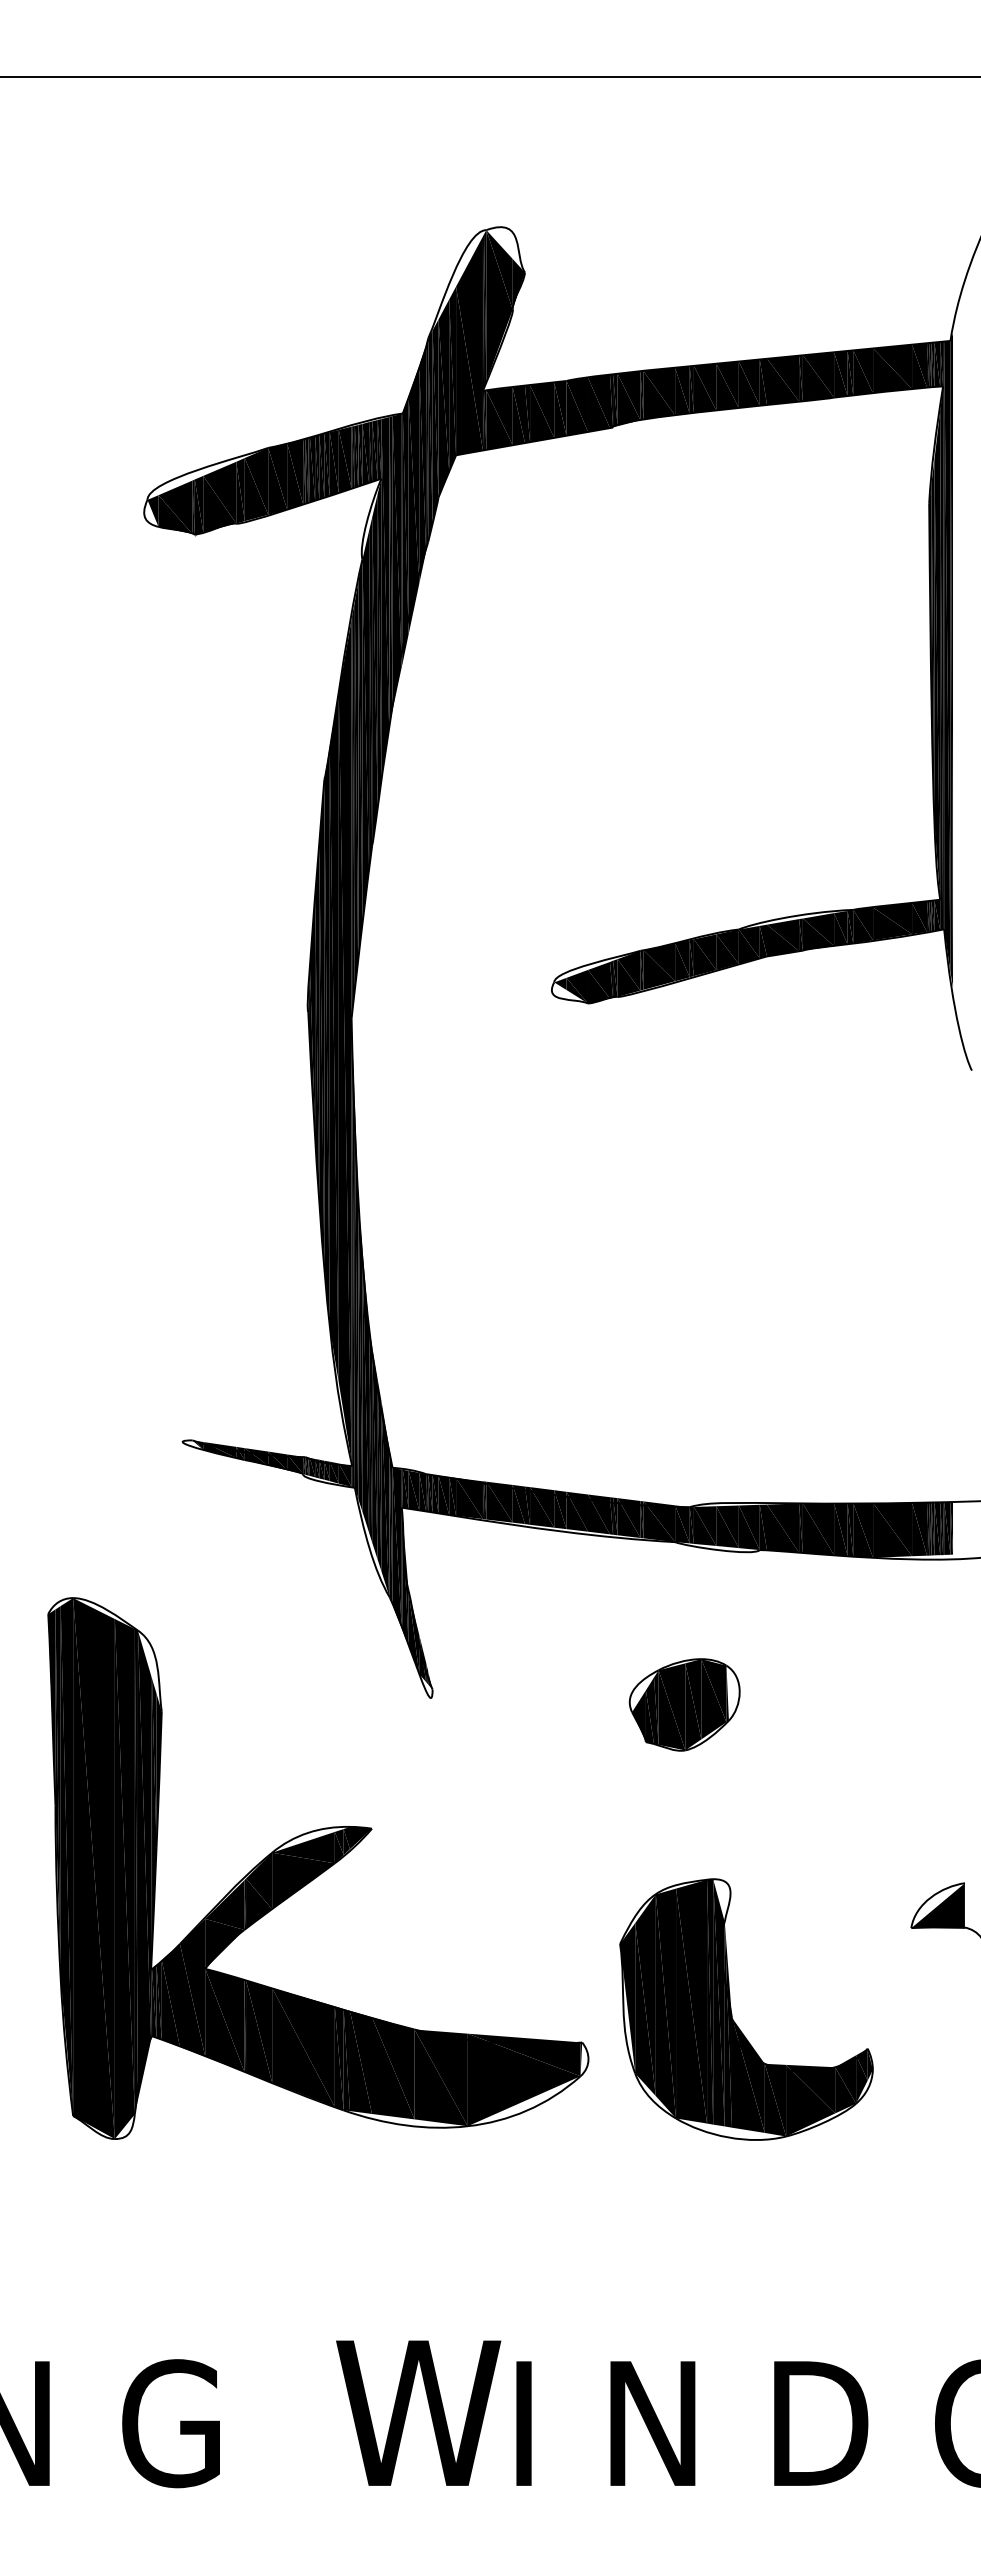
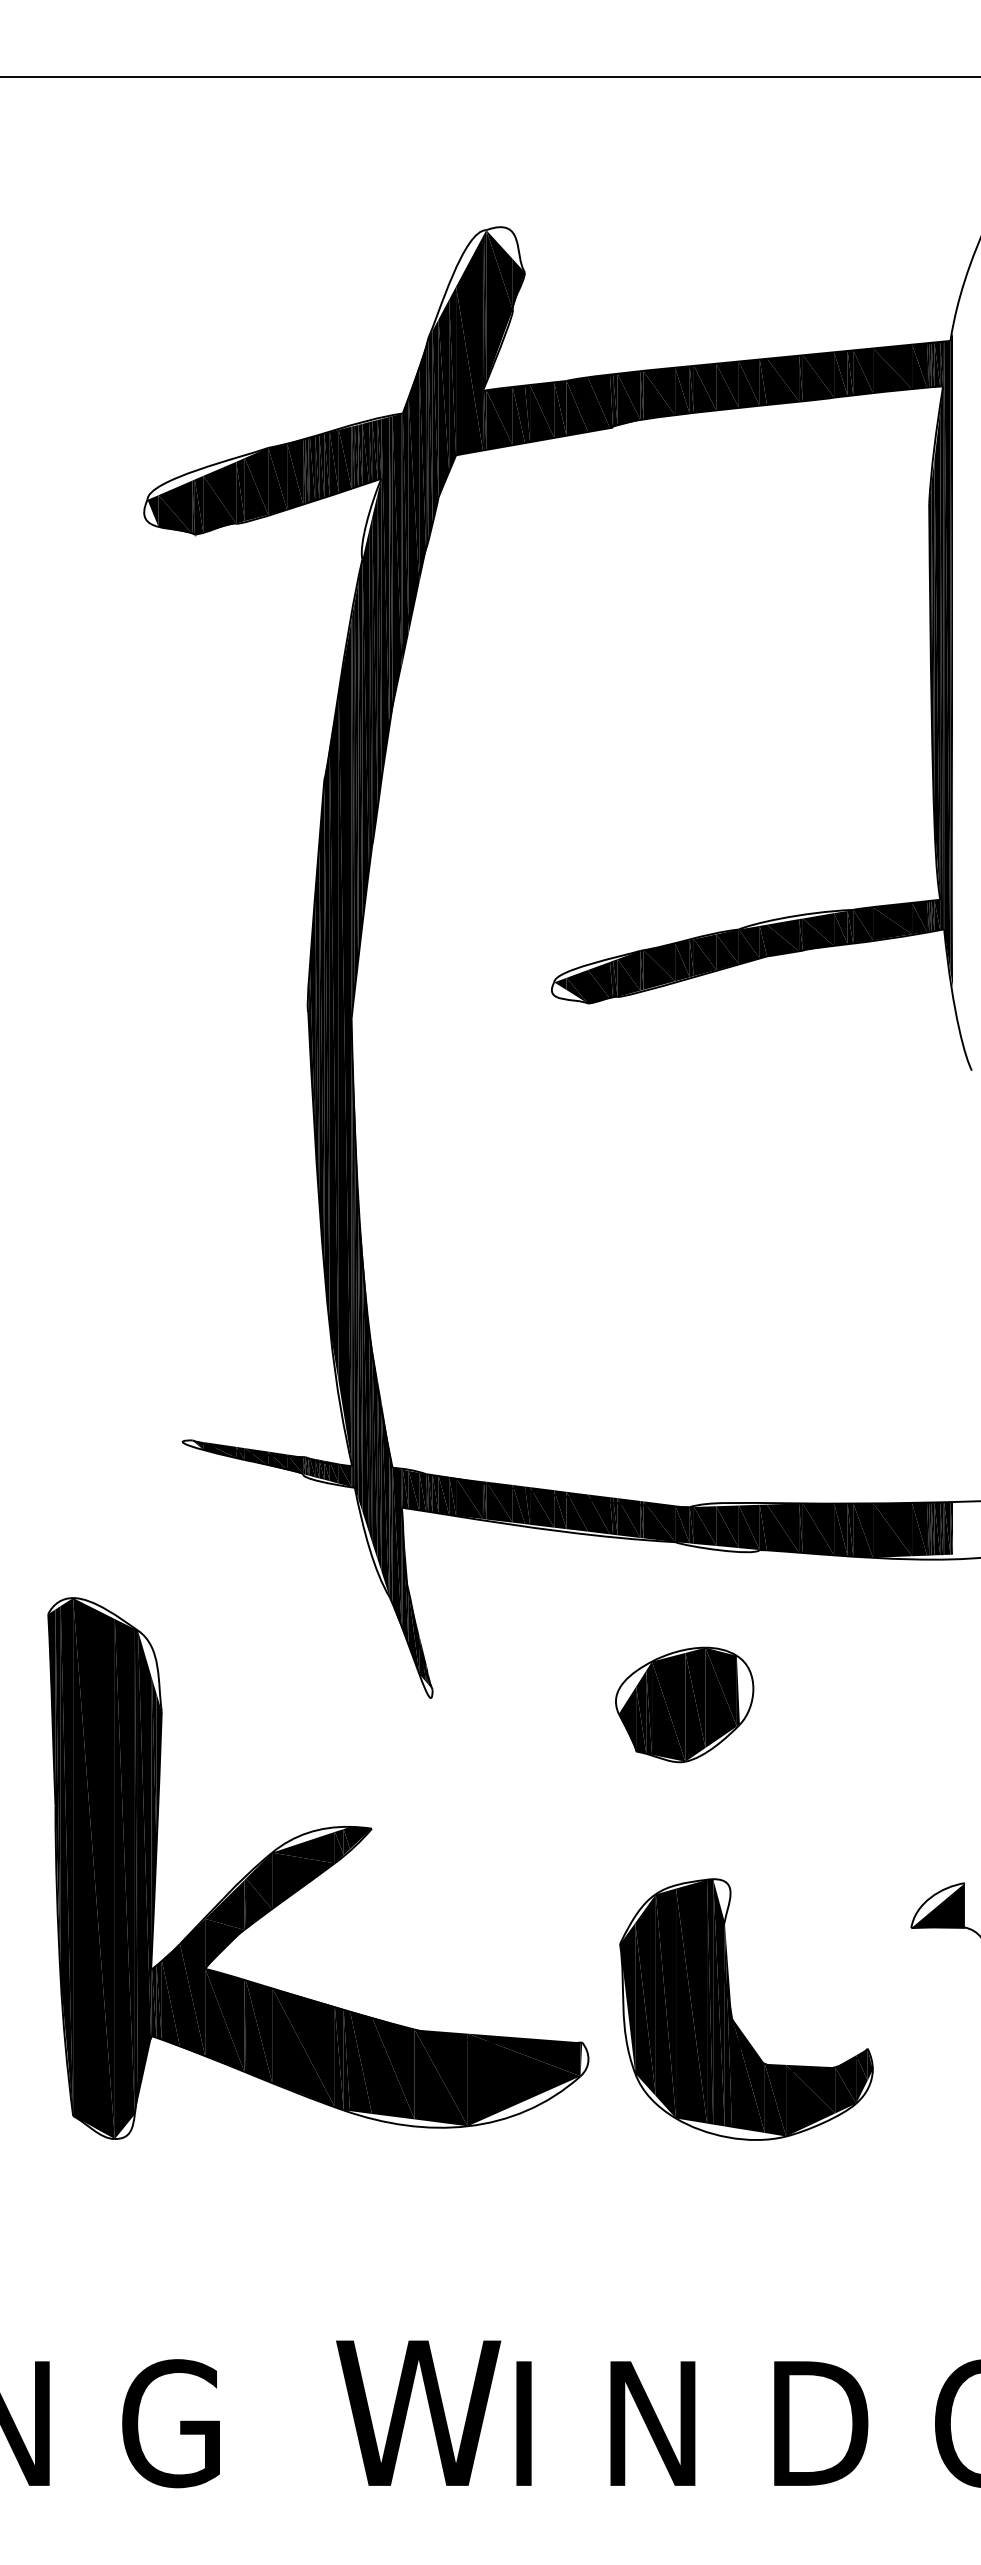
part at (684, 1704) size: 113x94 px -> 140x118 px
